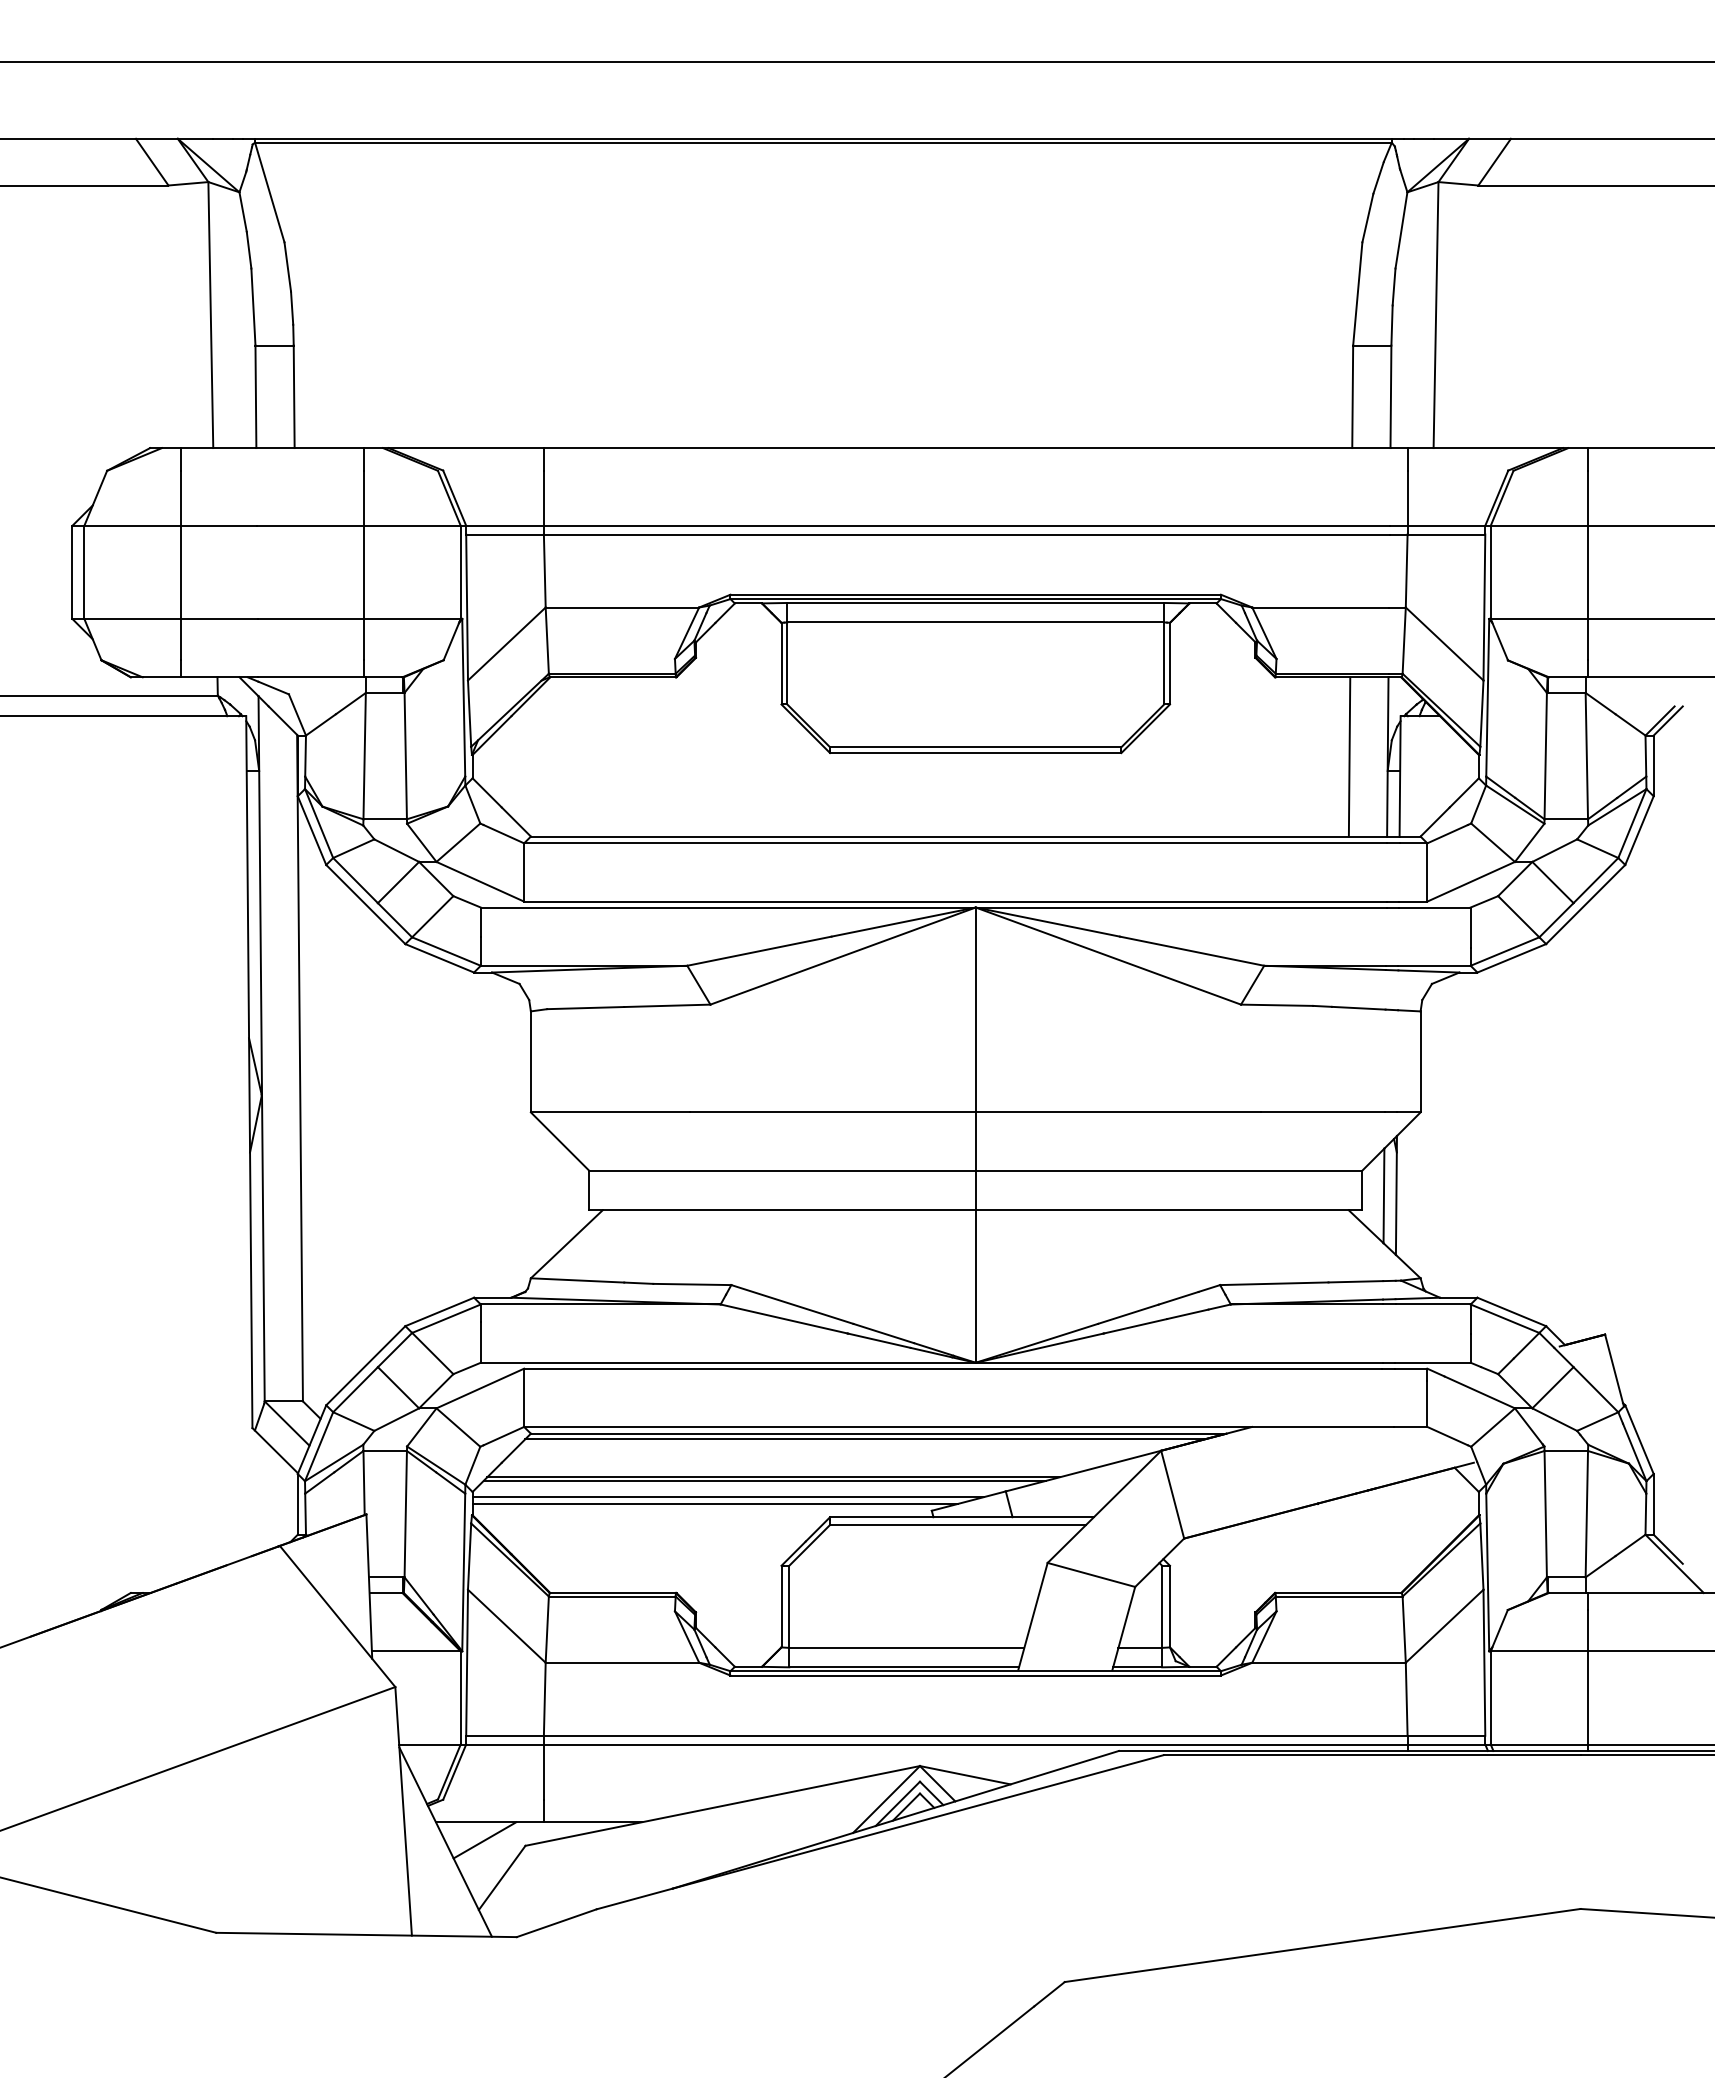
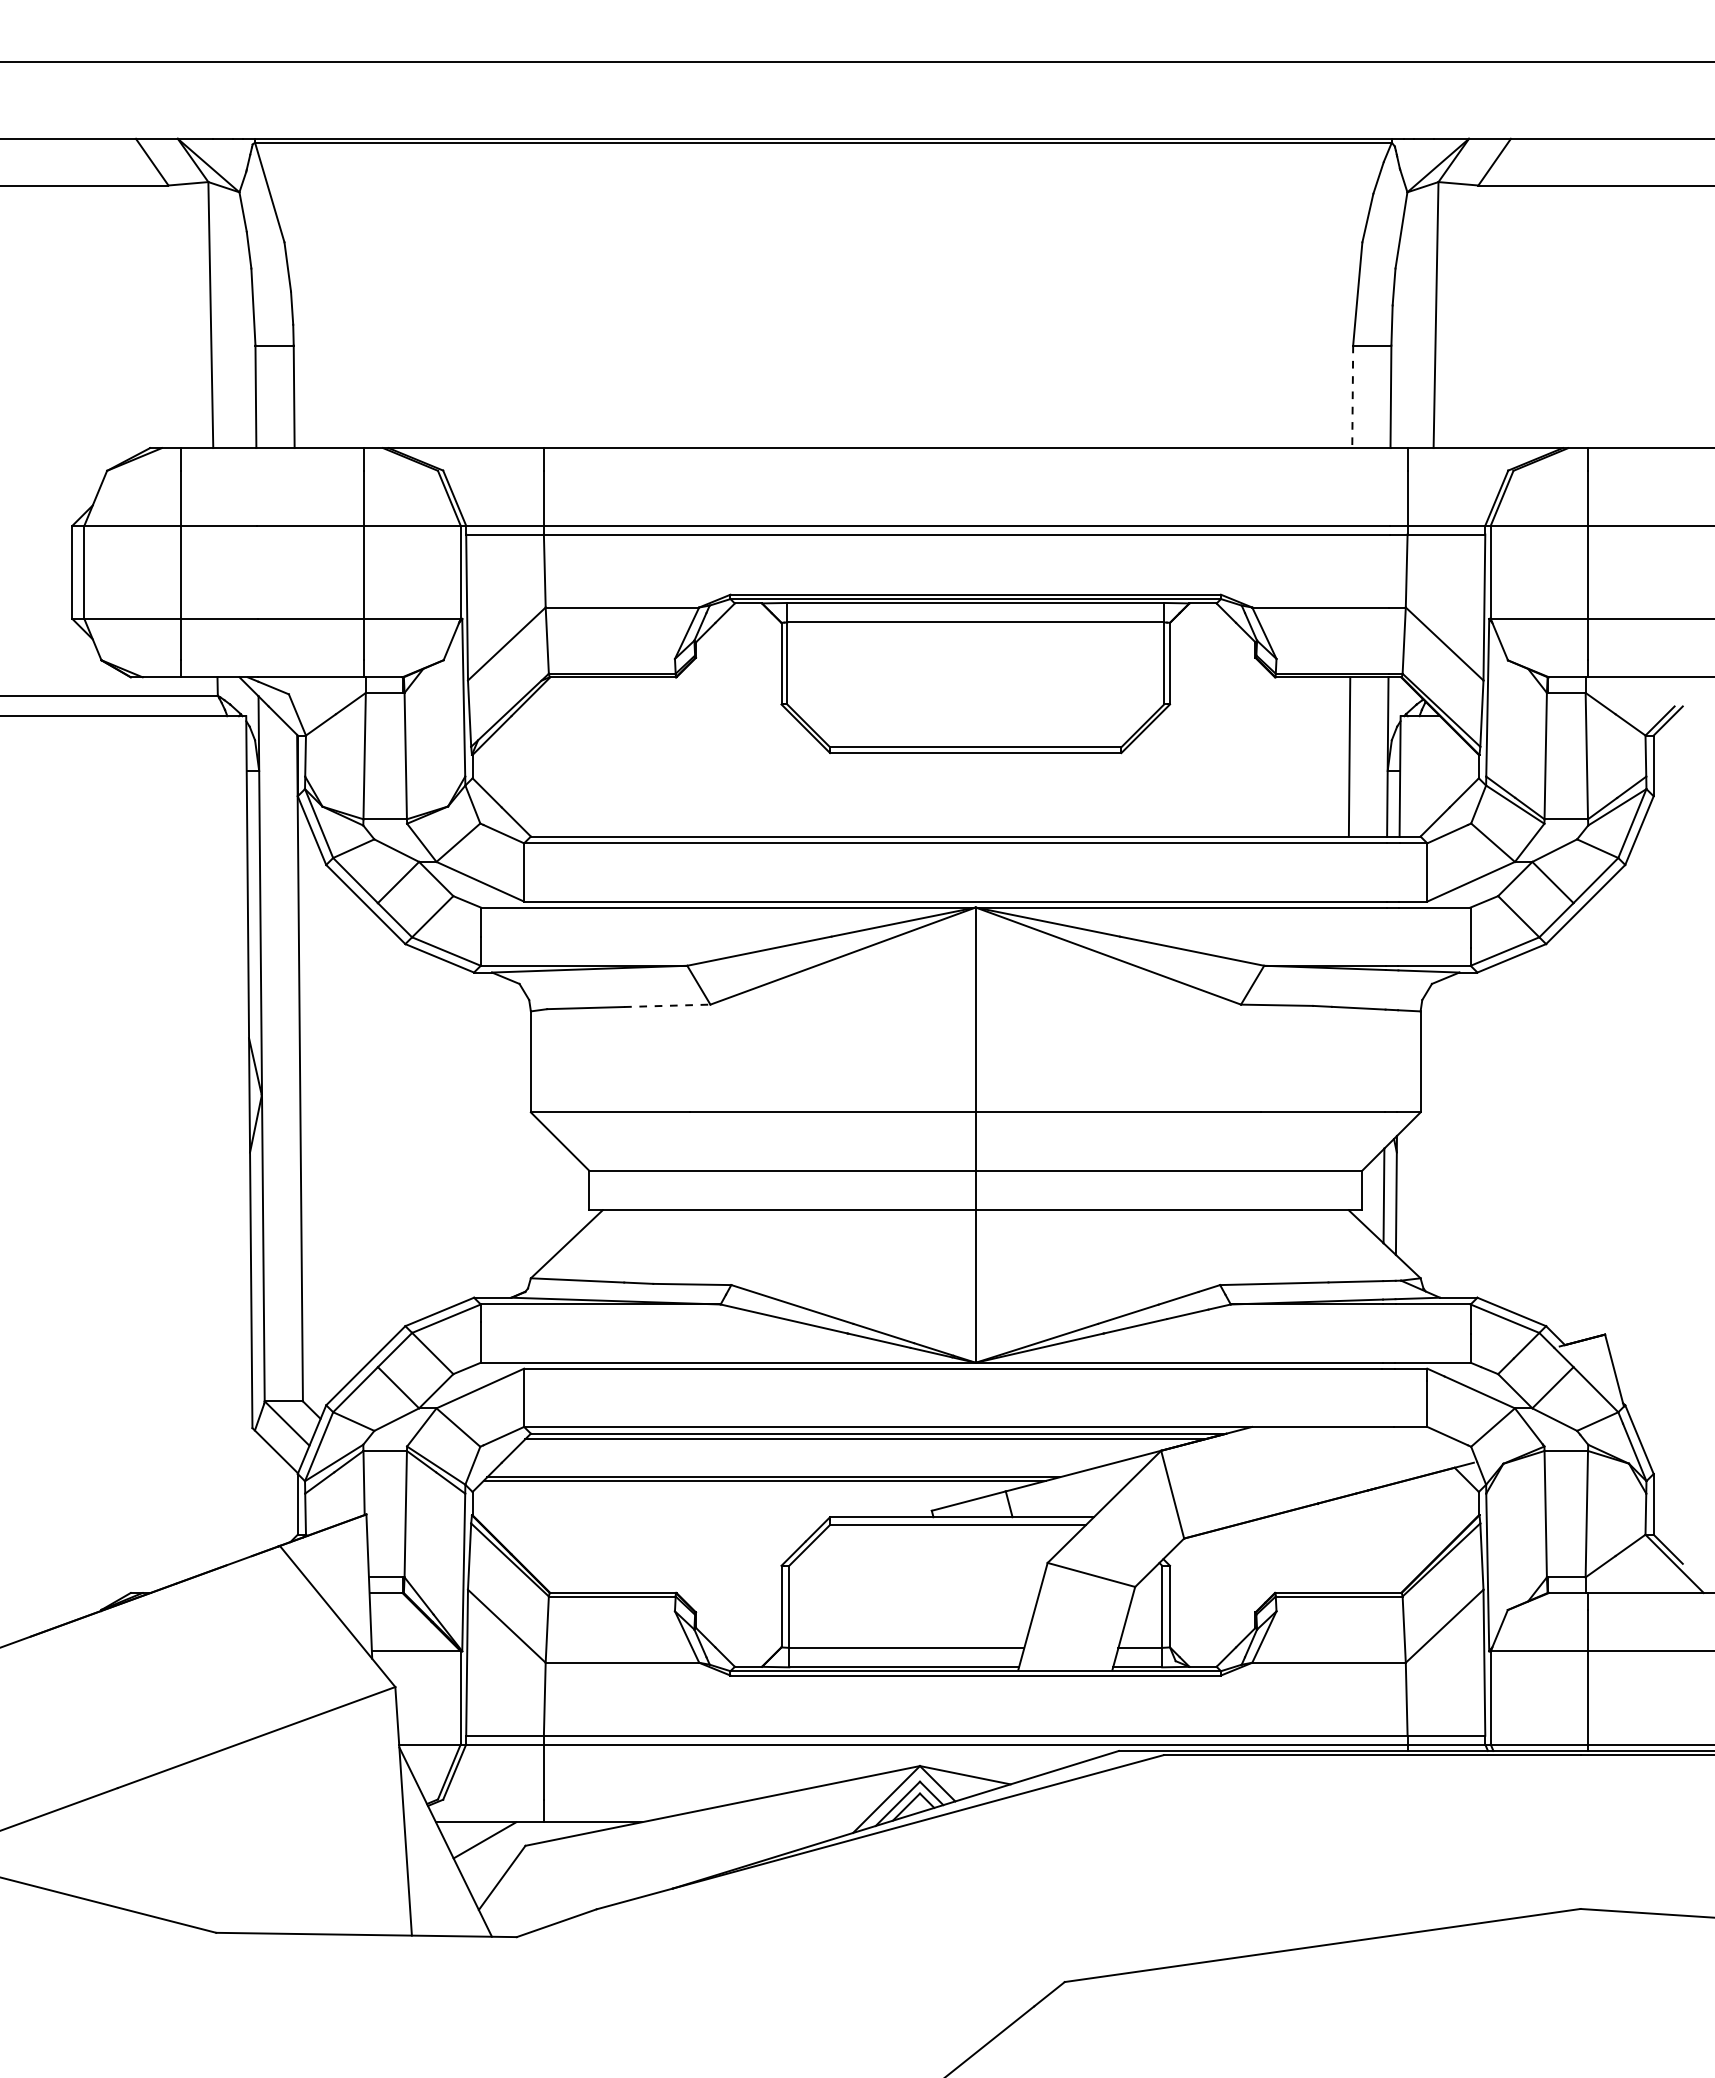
line at (1352, 397): solid -> dashed
line at (667, 1005): solid -> dashed
line at (727, 1497): present -> none
line at (715, 1503): present -> none
